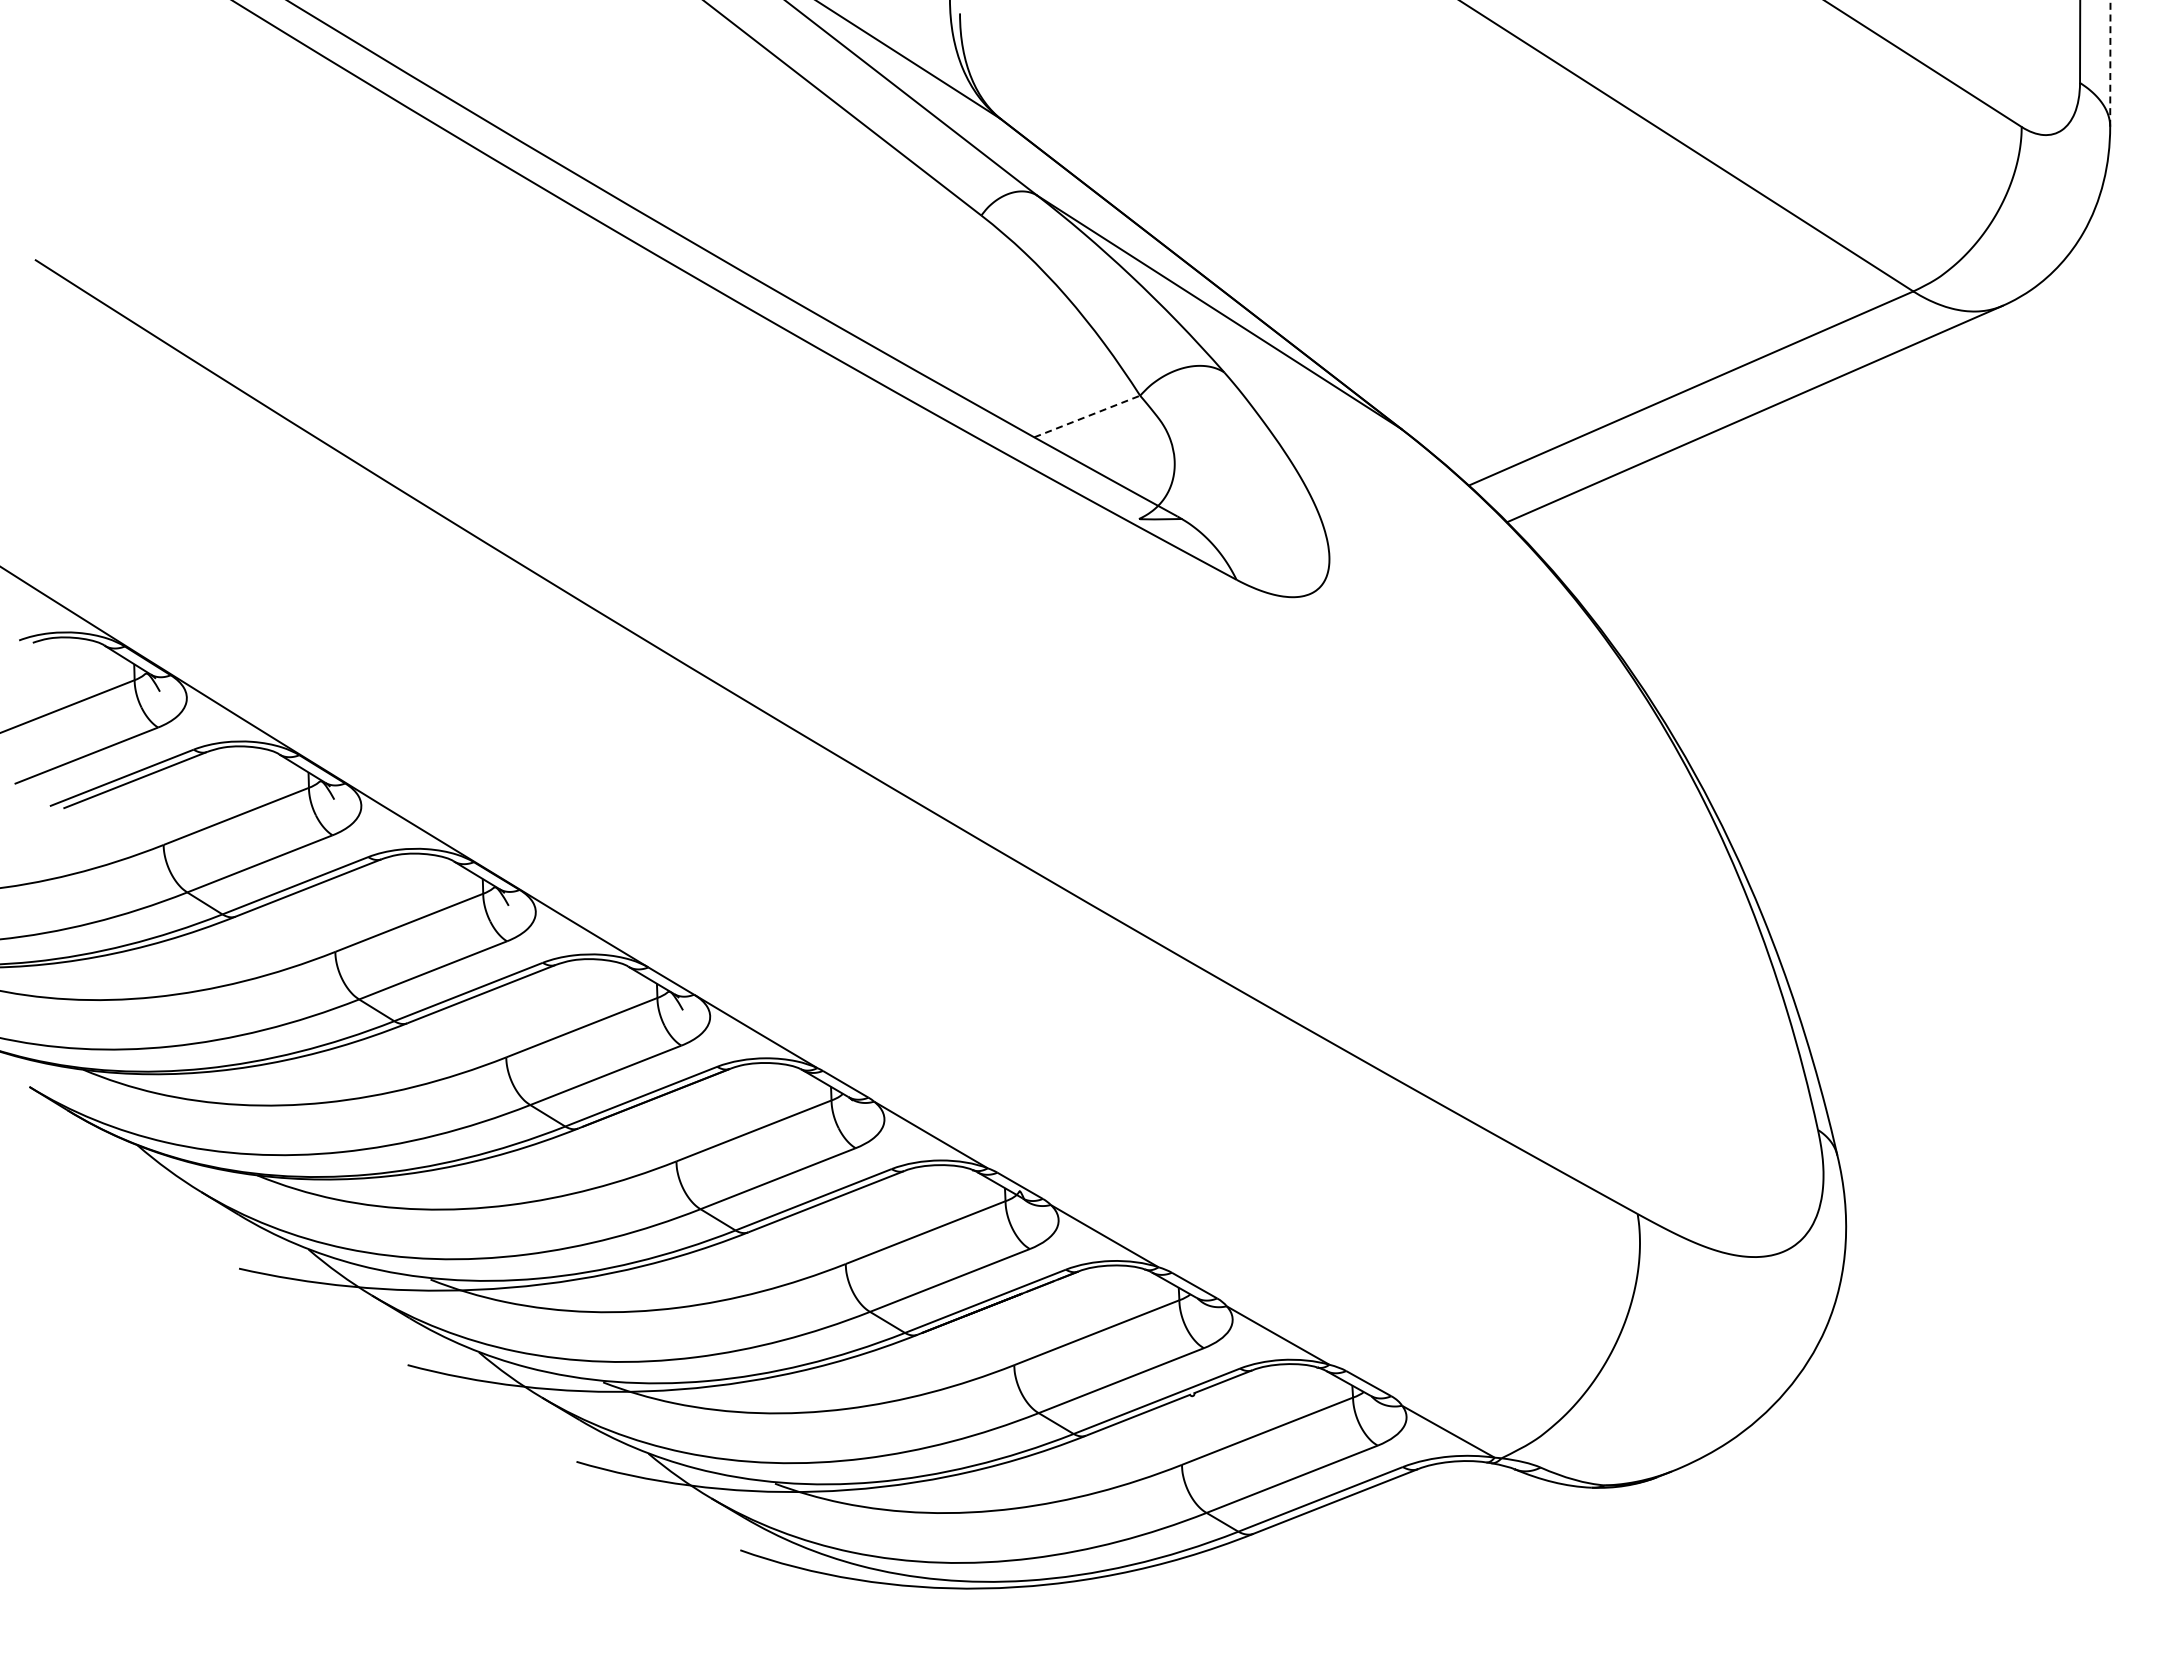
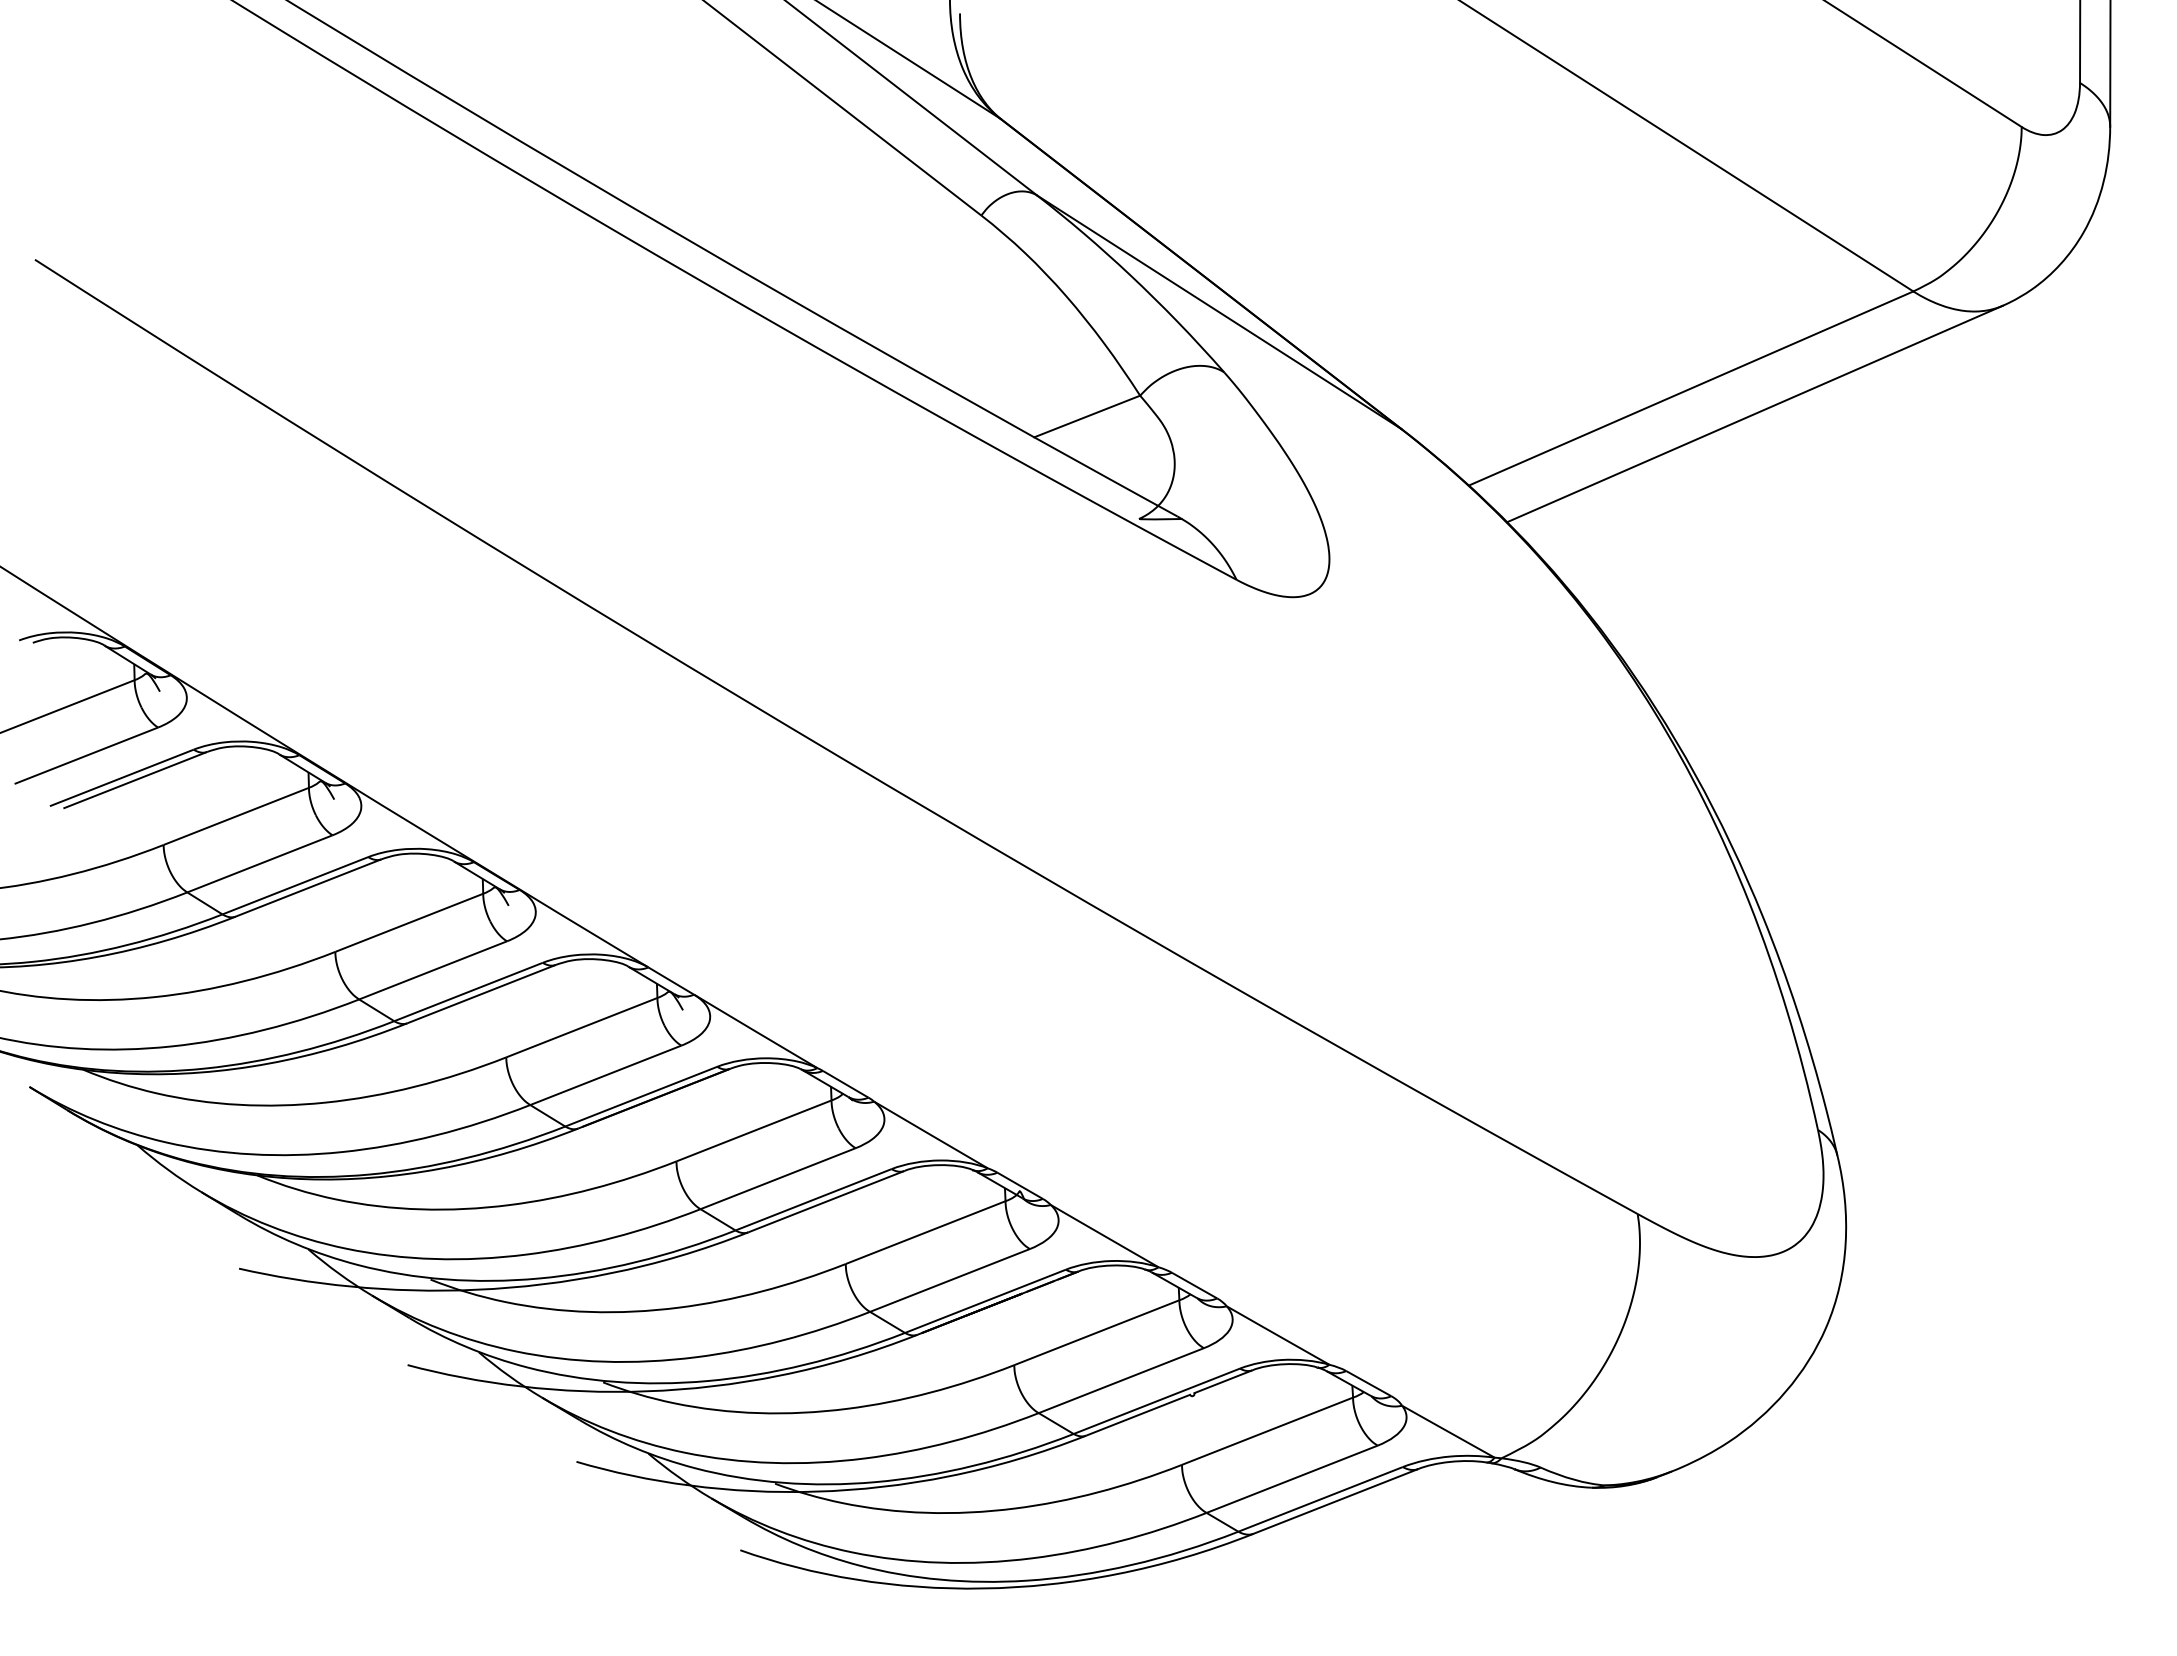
line at (2110, 63): dashed -> solid
line at (1087, 416): dashed -> solid
